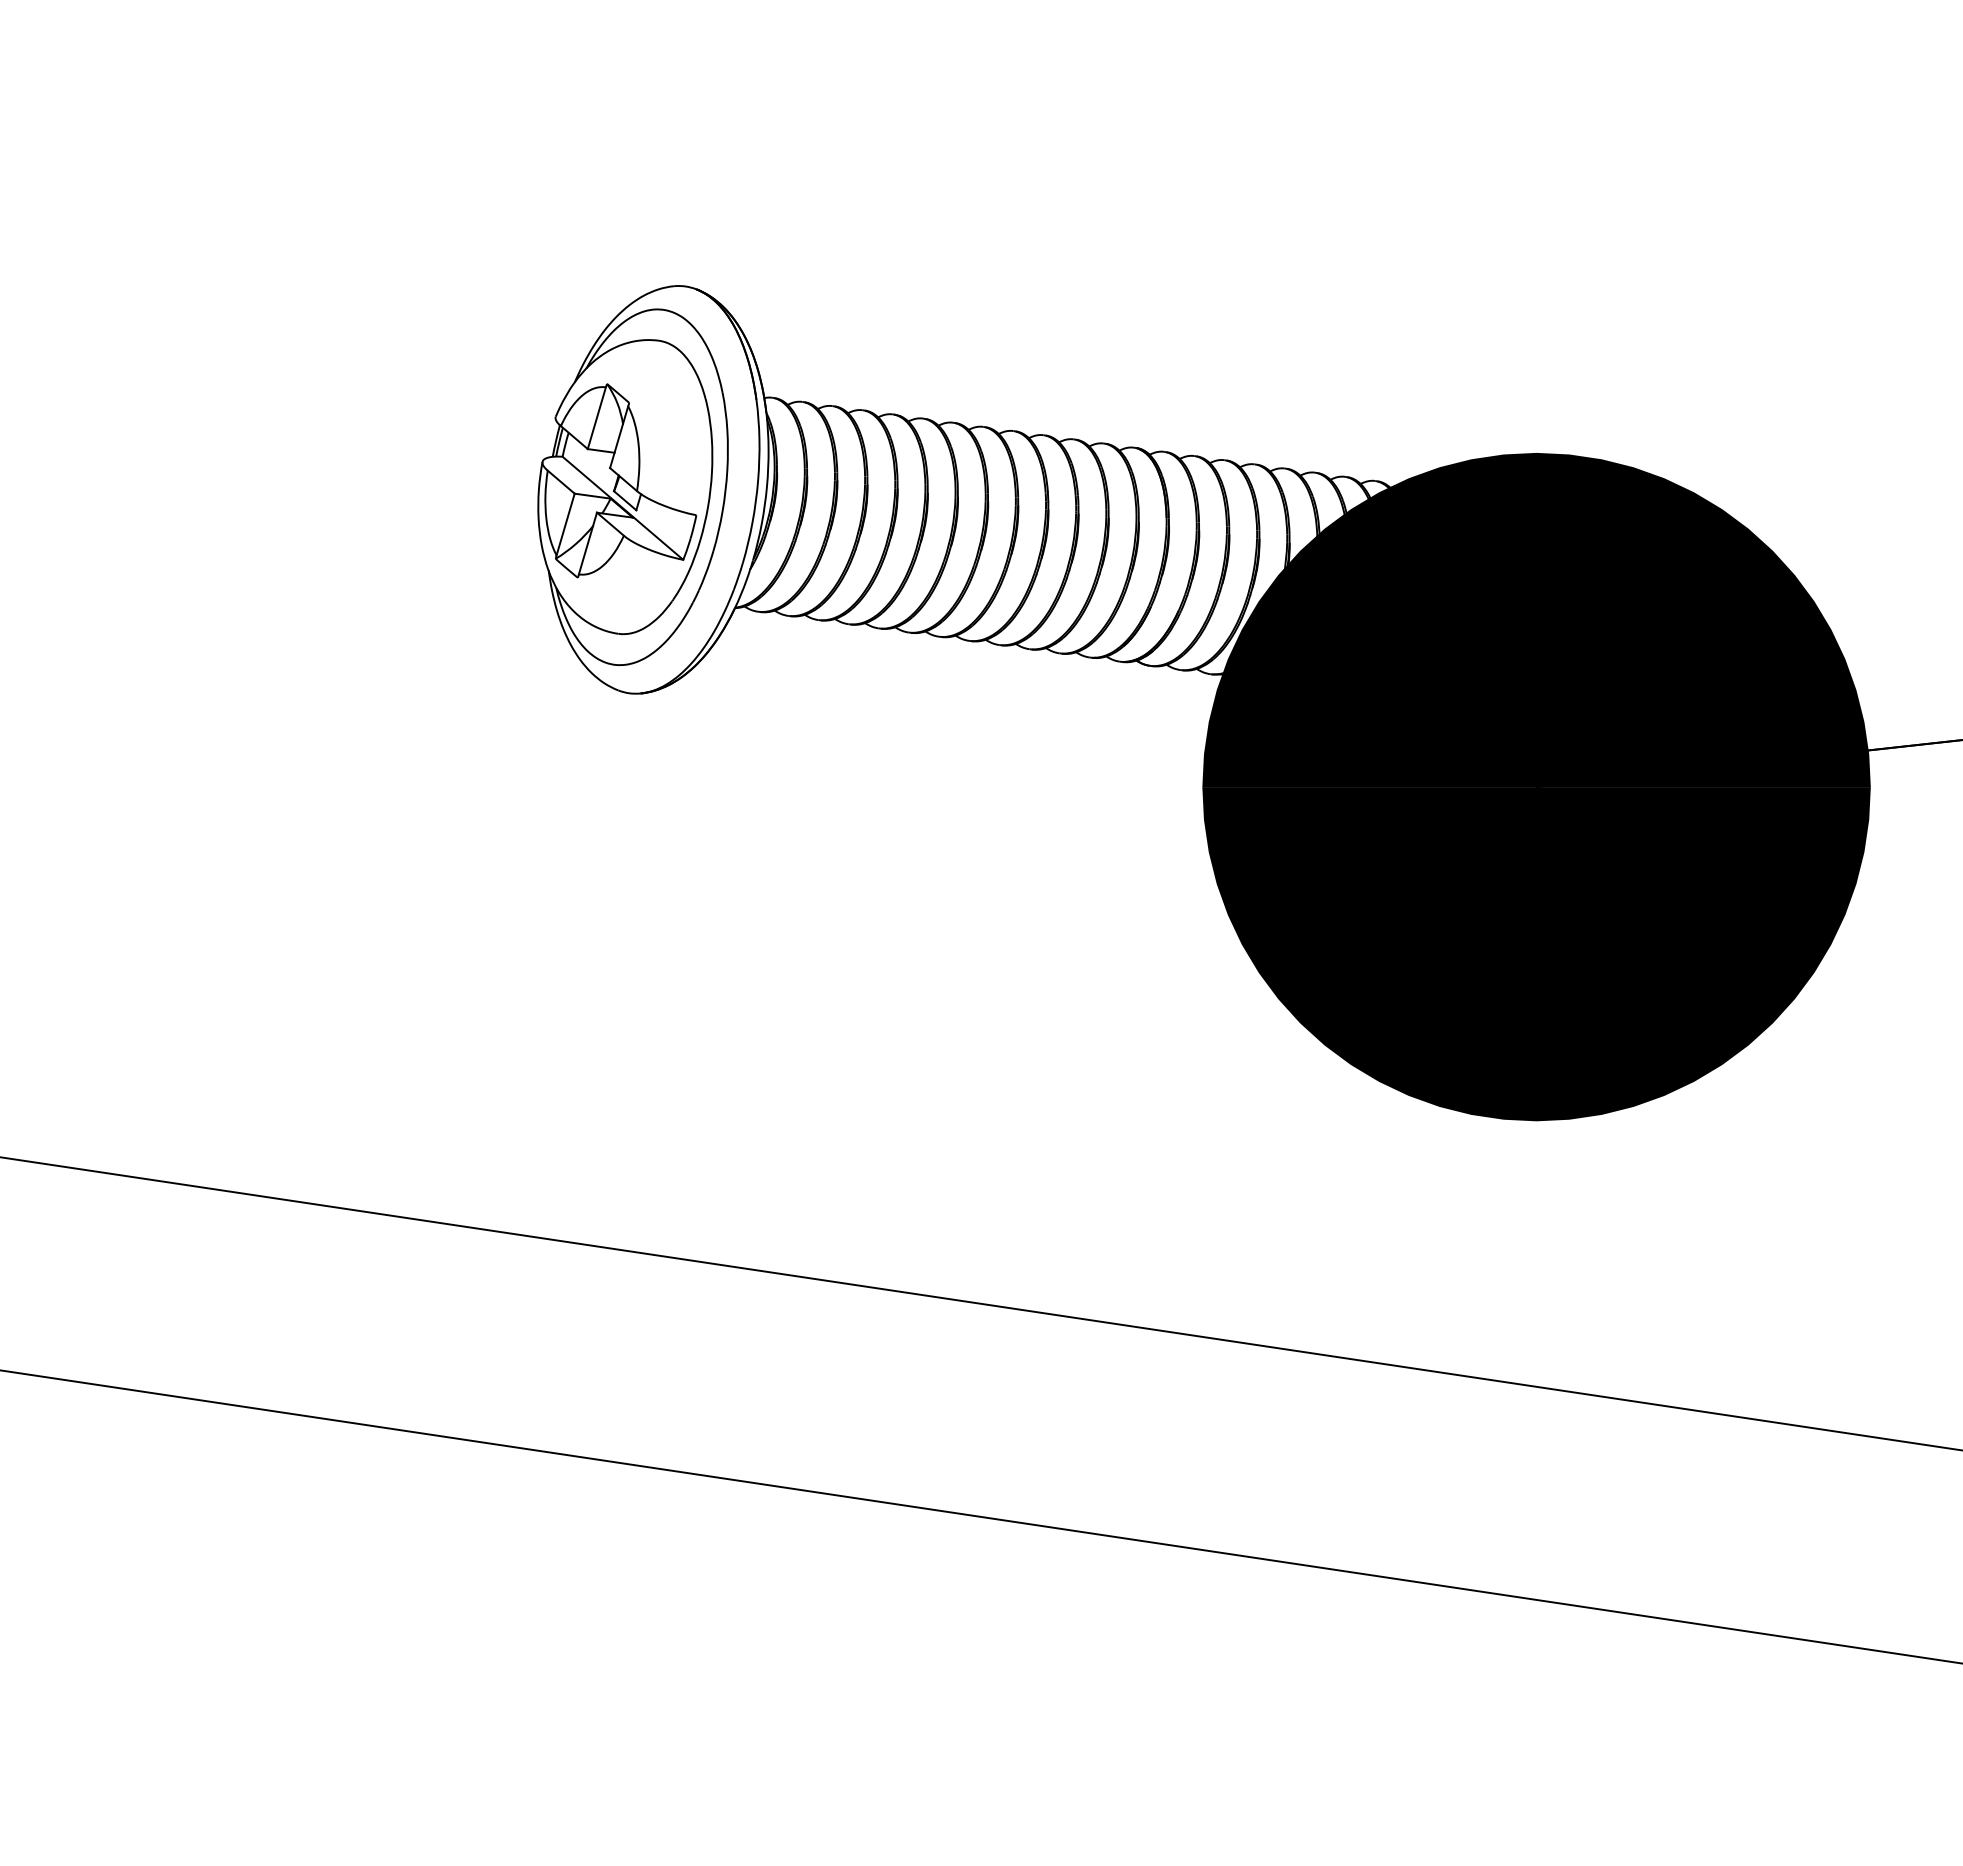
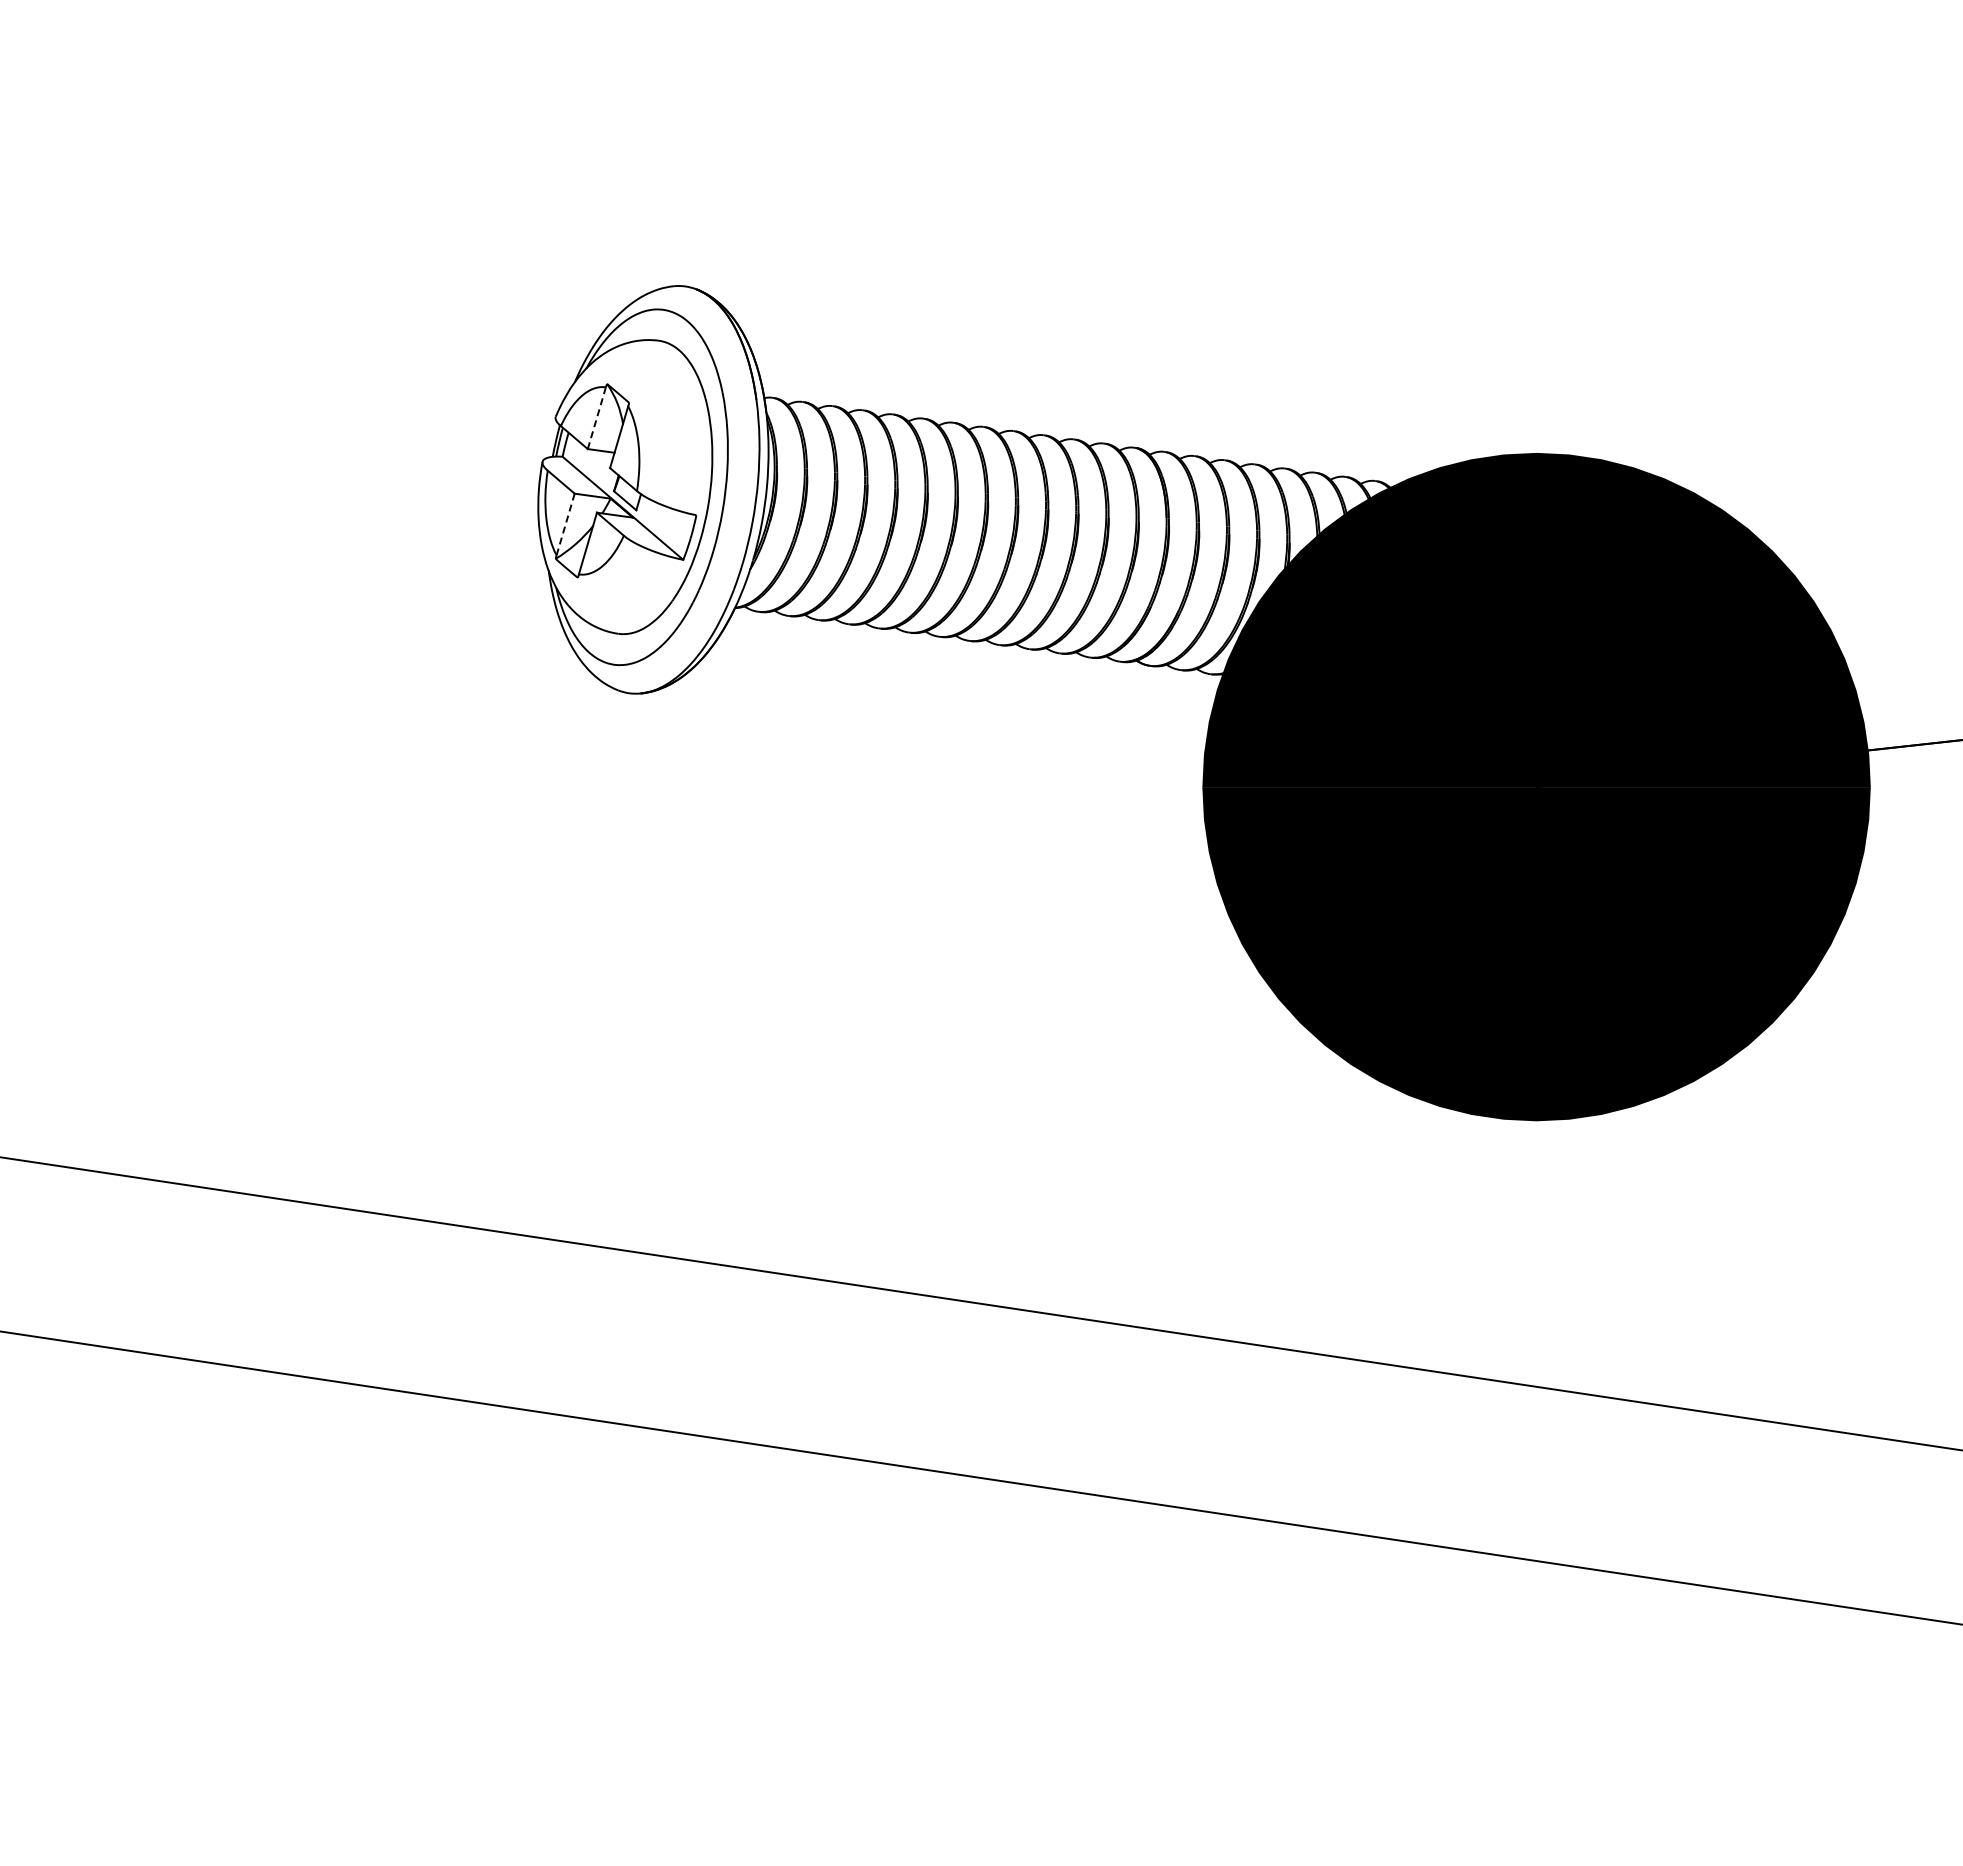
line at (596, 418): solid -> dashed
line at (565, 525): solid -> dashed
line at (980, 1516) position: (980, 1516) -> (980, 1477)
